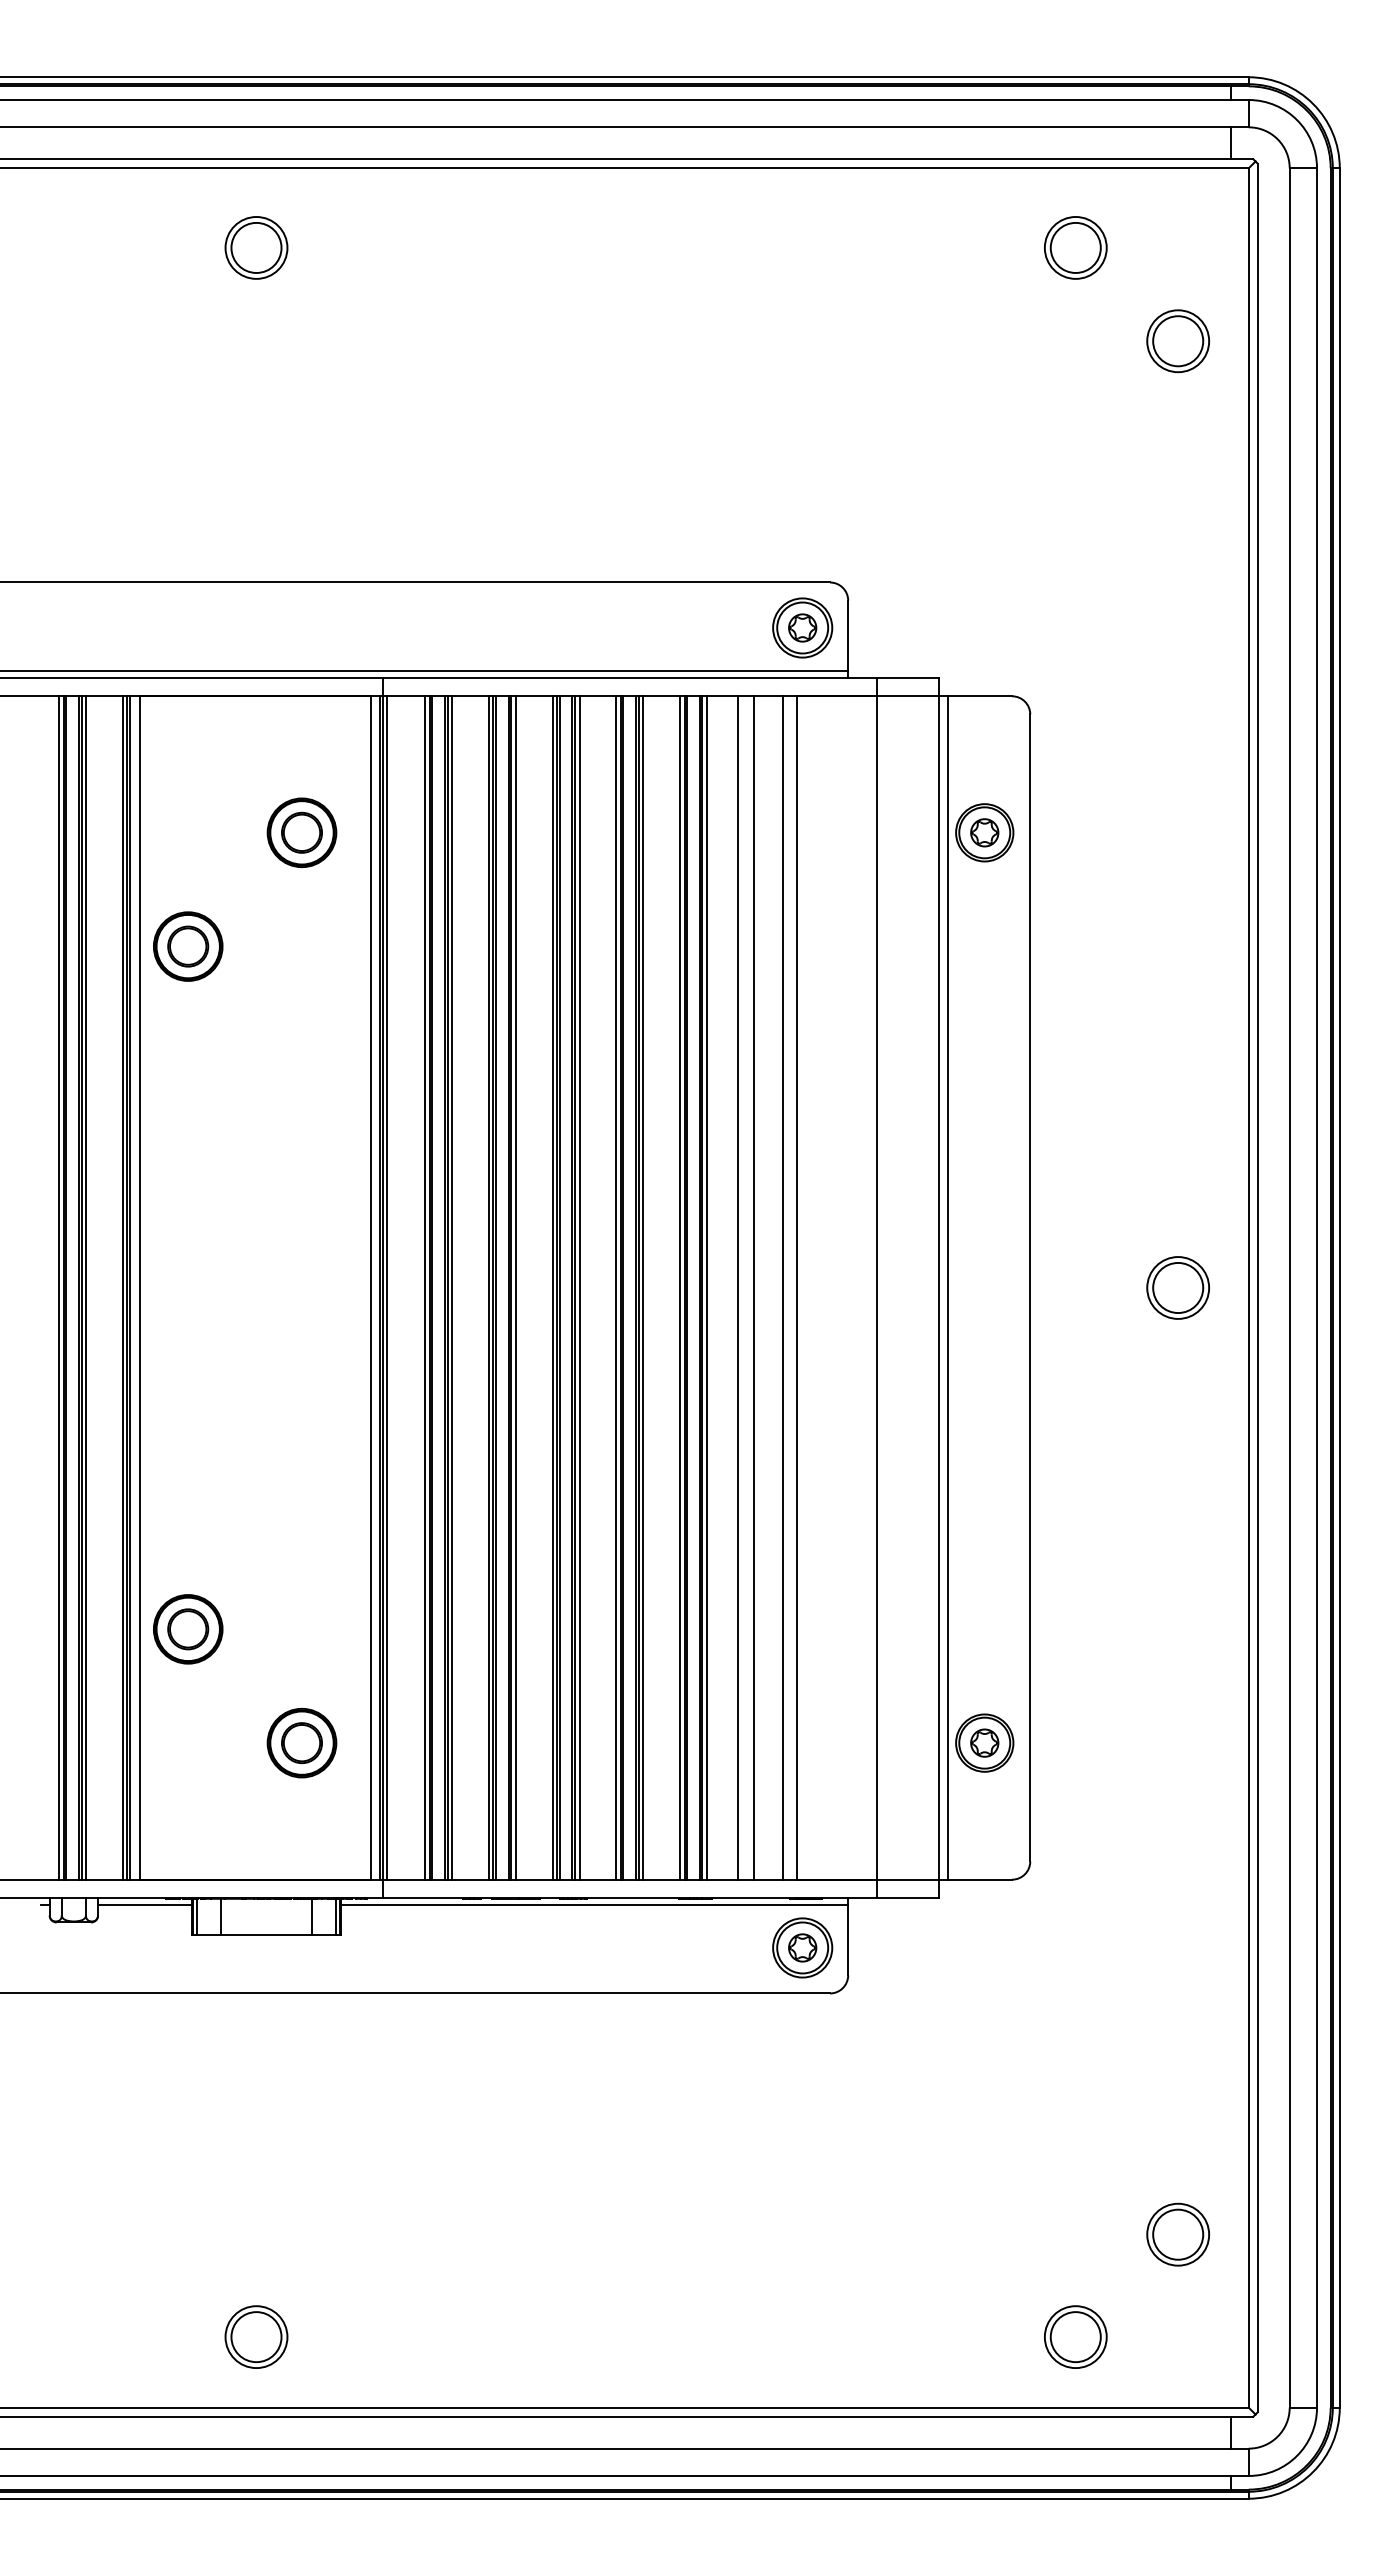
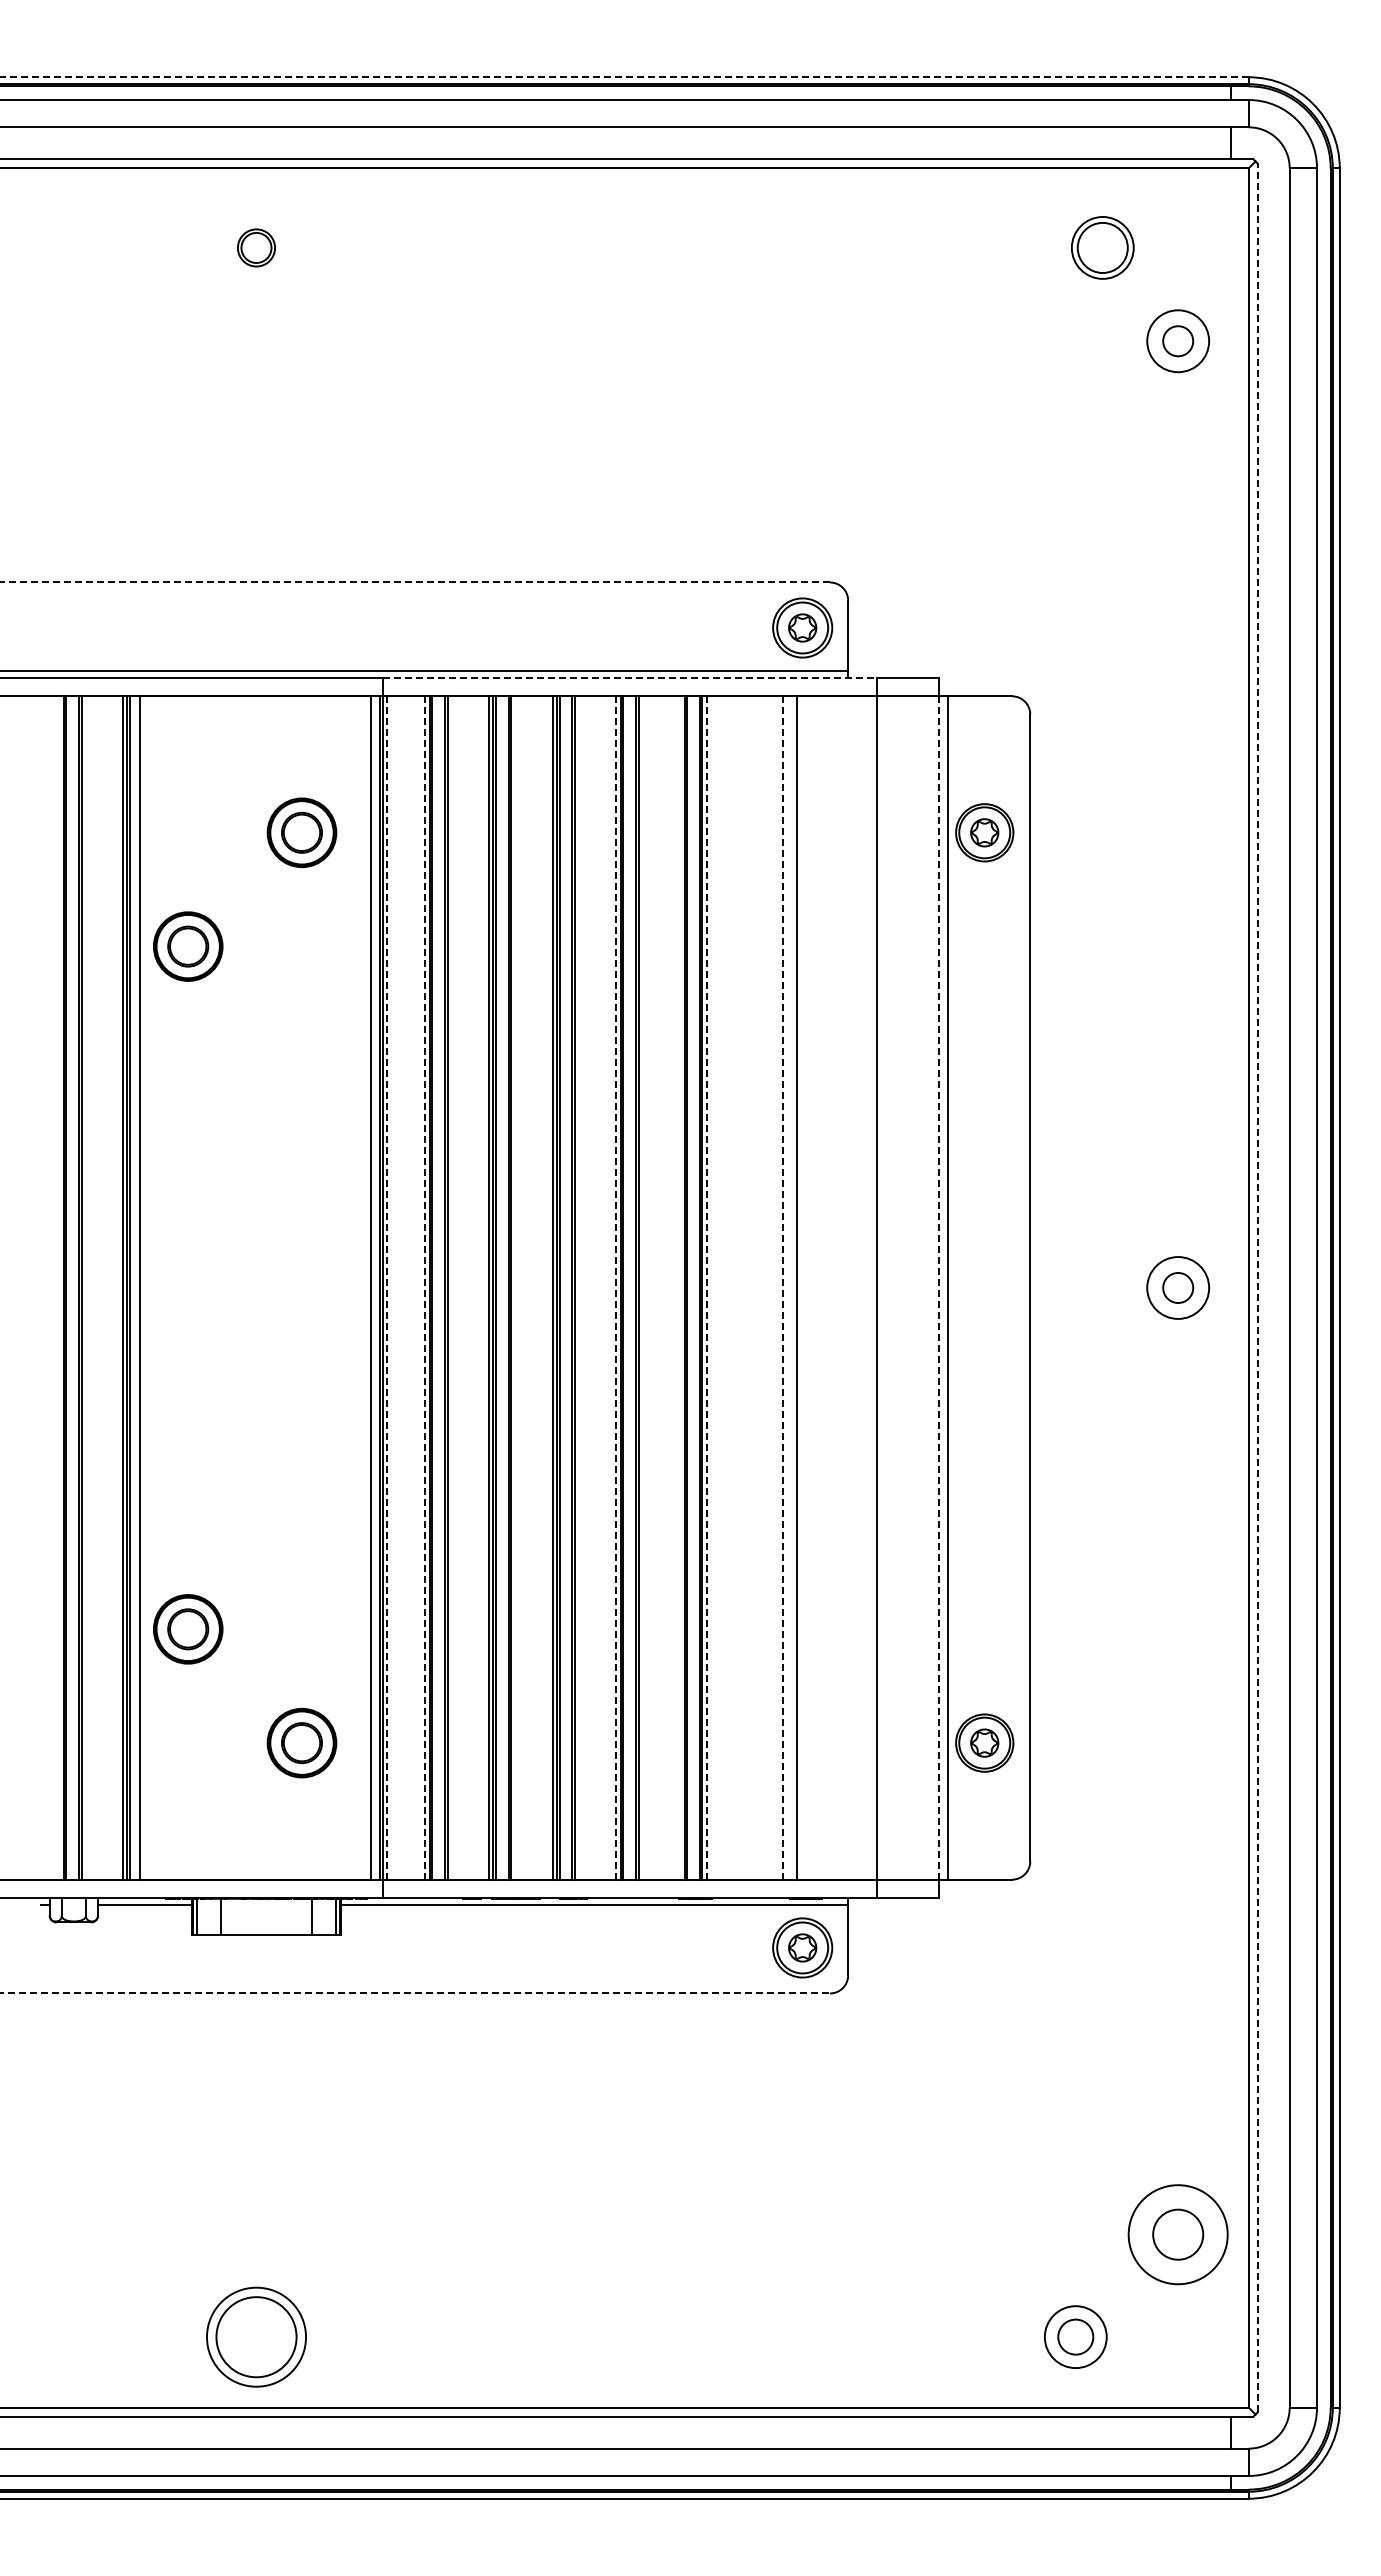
line at (624, 77): solid -> dashed
part at (256, 247) size: 65x64 px -> 39x40 px
part at (1075, 247) position: (1075, 247) -> (1102, 247)
circle at (1178, 341) diameter: 50 px -> 30 px
line at (415, 582): solid -> dashed
line at (629, 678): solid -> dashed
line at (59, 1287): present -> none
line at (86, 1287): present -> none
line at (387, 1287): solid -> dashed
line at (425, 1287): solid -> dashed
line at (452, 1287): present -> none
line at (515, 1287): present -> none
line at (579, 1287): present -> none
line at (616, 1287): solid -> dashed
line at (643, 1287): present -> none
line at (679, 1287): present -> none
line at (706, 1287): solid -> dashed
line at (738, 1287): present -> none
line at (754, 1287): present -> none
line at (783, 1287): solid -> dashed
line at (939, 1287): solid -> dashed
circle at (1178, 1287) diameter: 50 px -> 30 px
line at (1257, 1287): solid -> dashed
line at (415, 1993): solid -> dashed
circle at (1178, 2234) diameter: 62 px -> 99 px
part at (256, 2336) size: 65x64 px -> 101x102 px
circle at (1075, 2337) diameter: 50 px -> 35 px
